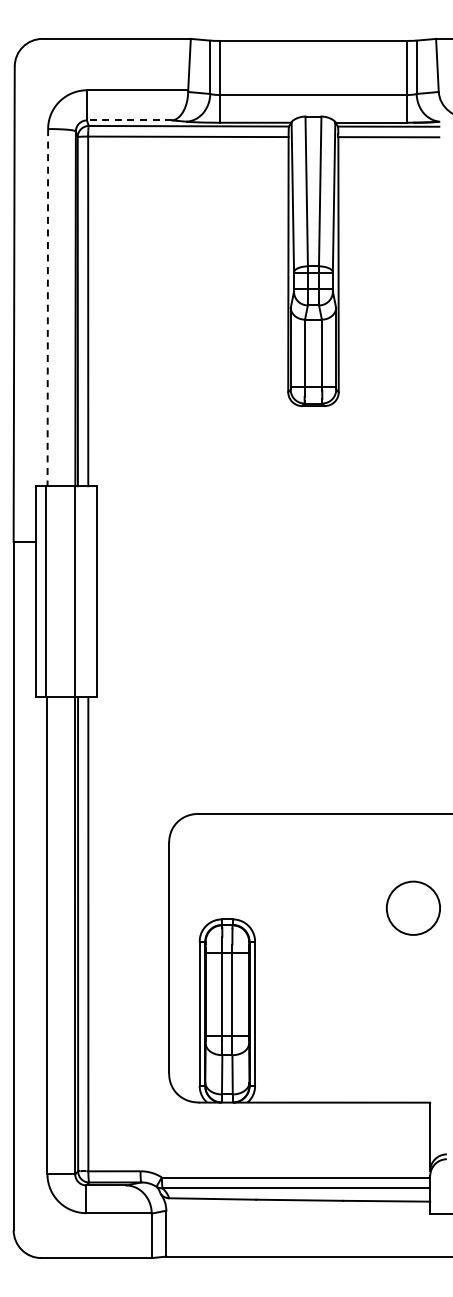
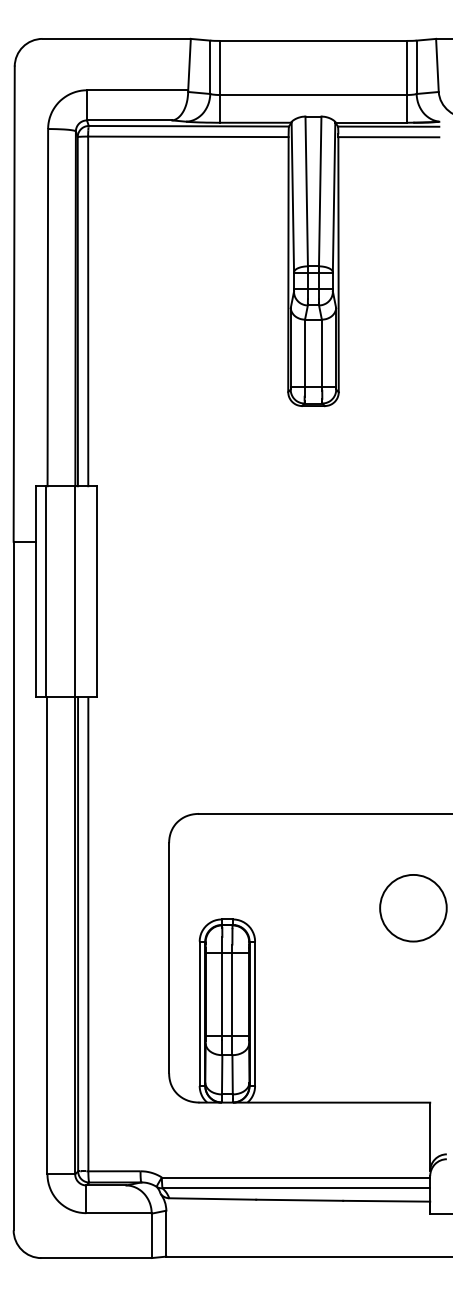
line at (129, 120): dashed -> solid
line at (47, 307): dashed -> solid
circle at (412, 907) size: 56x56 px -> 69x69 px
